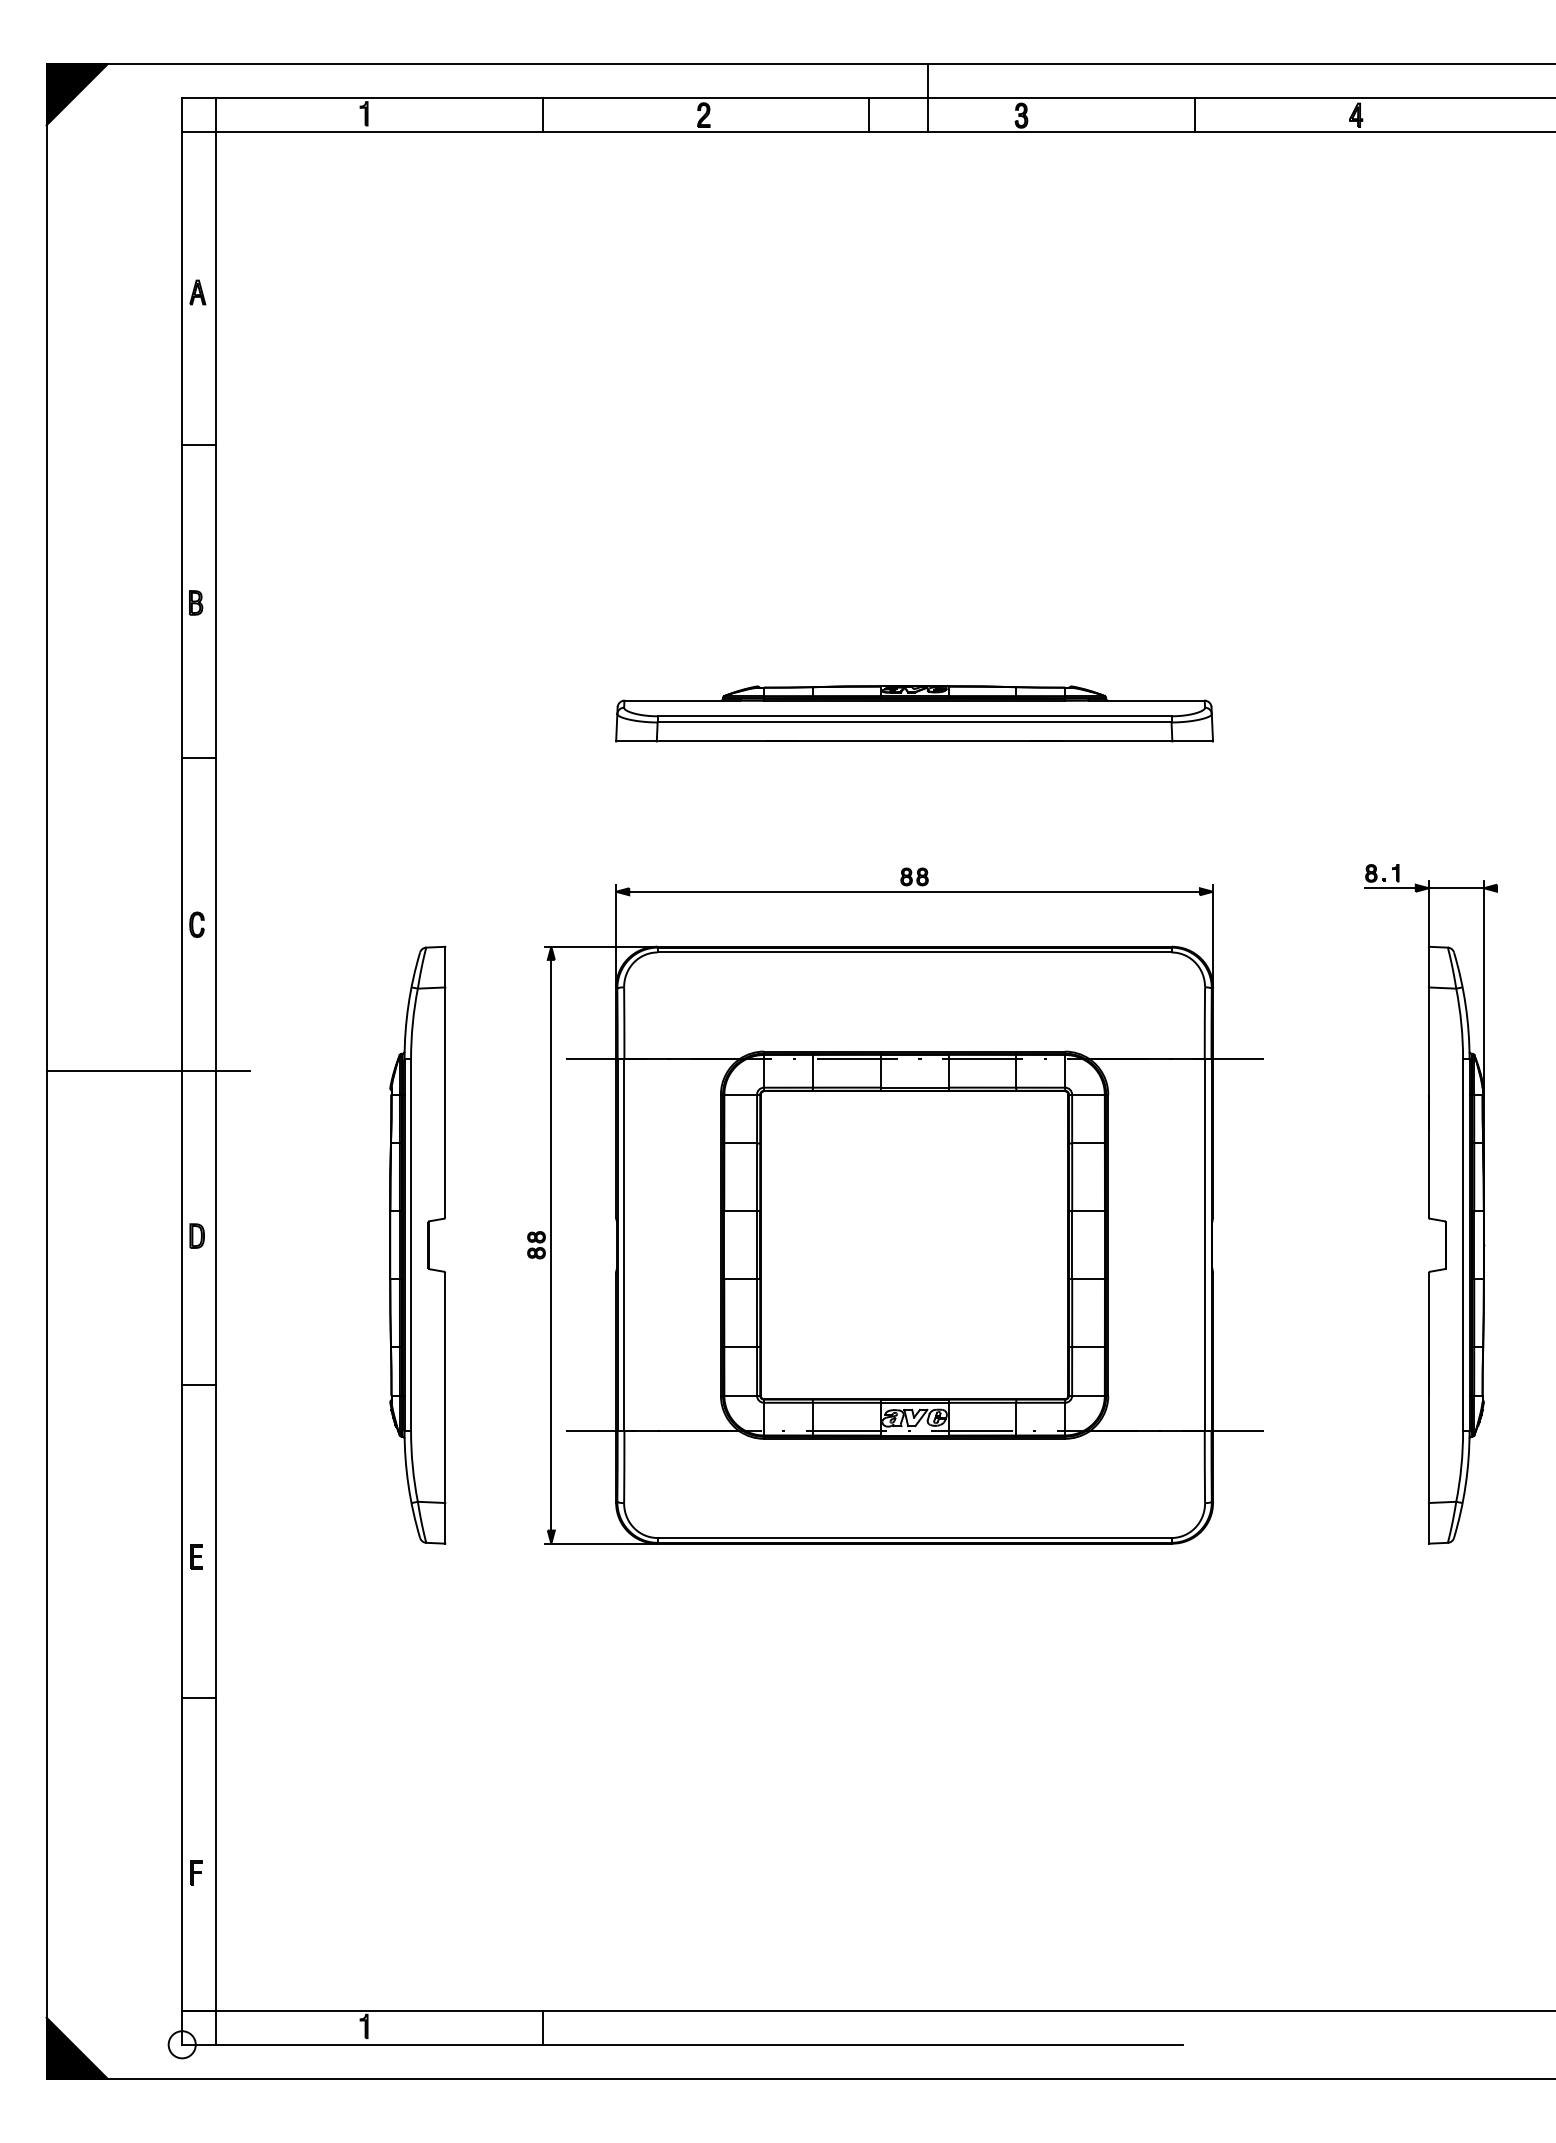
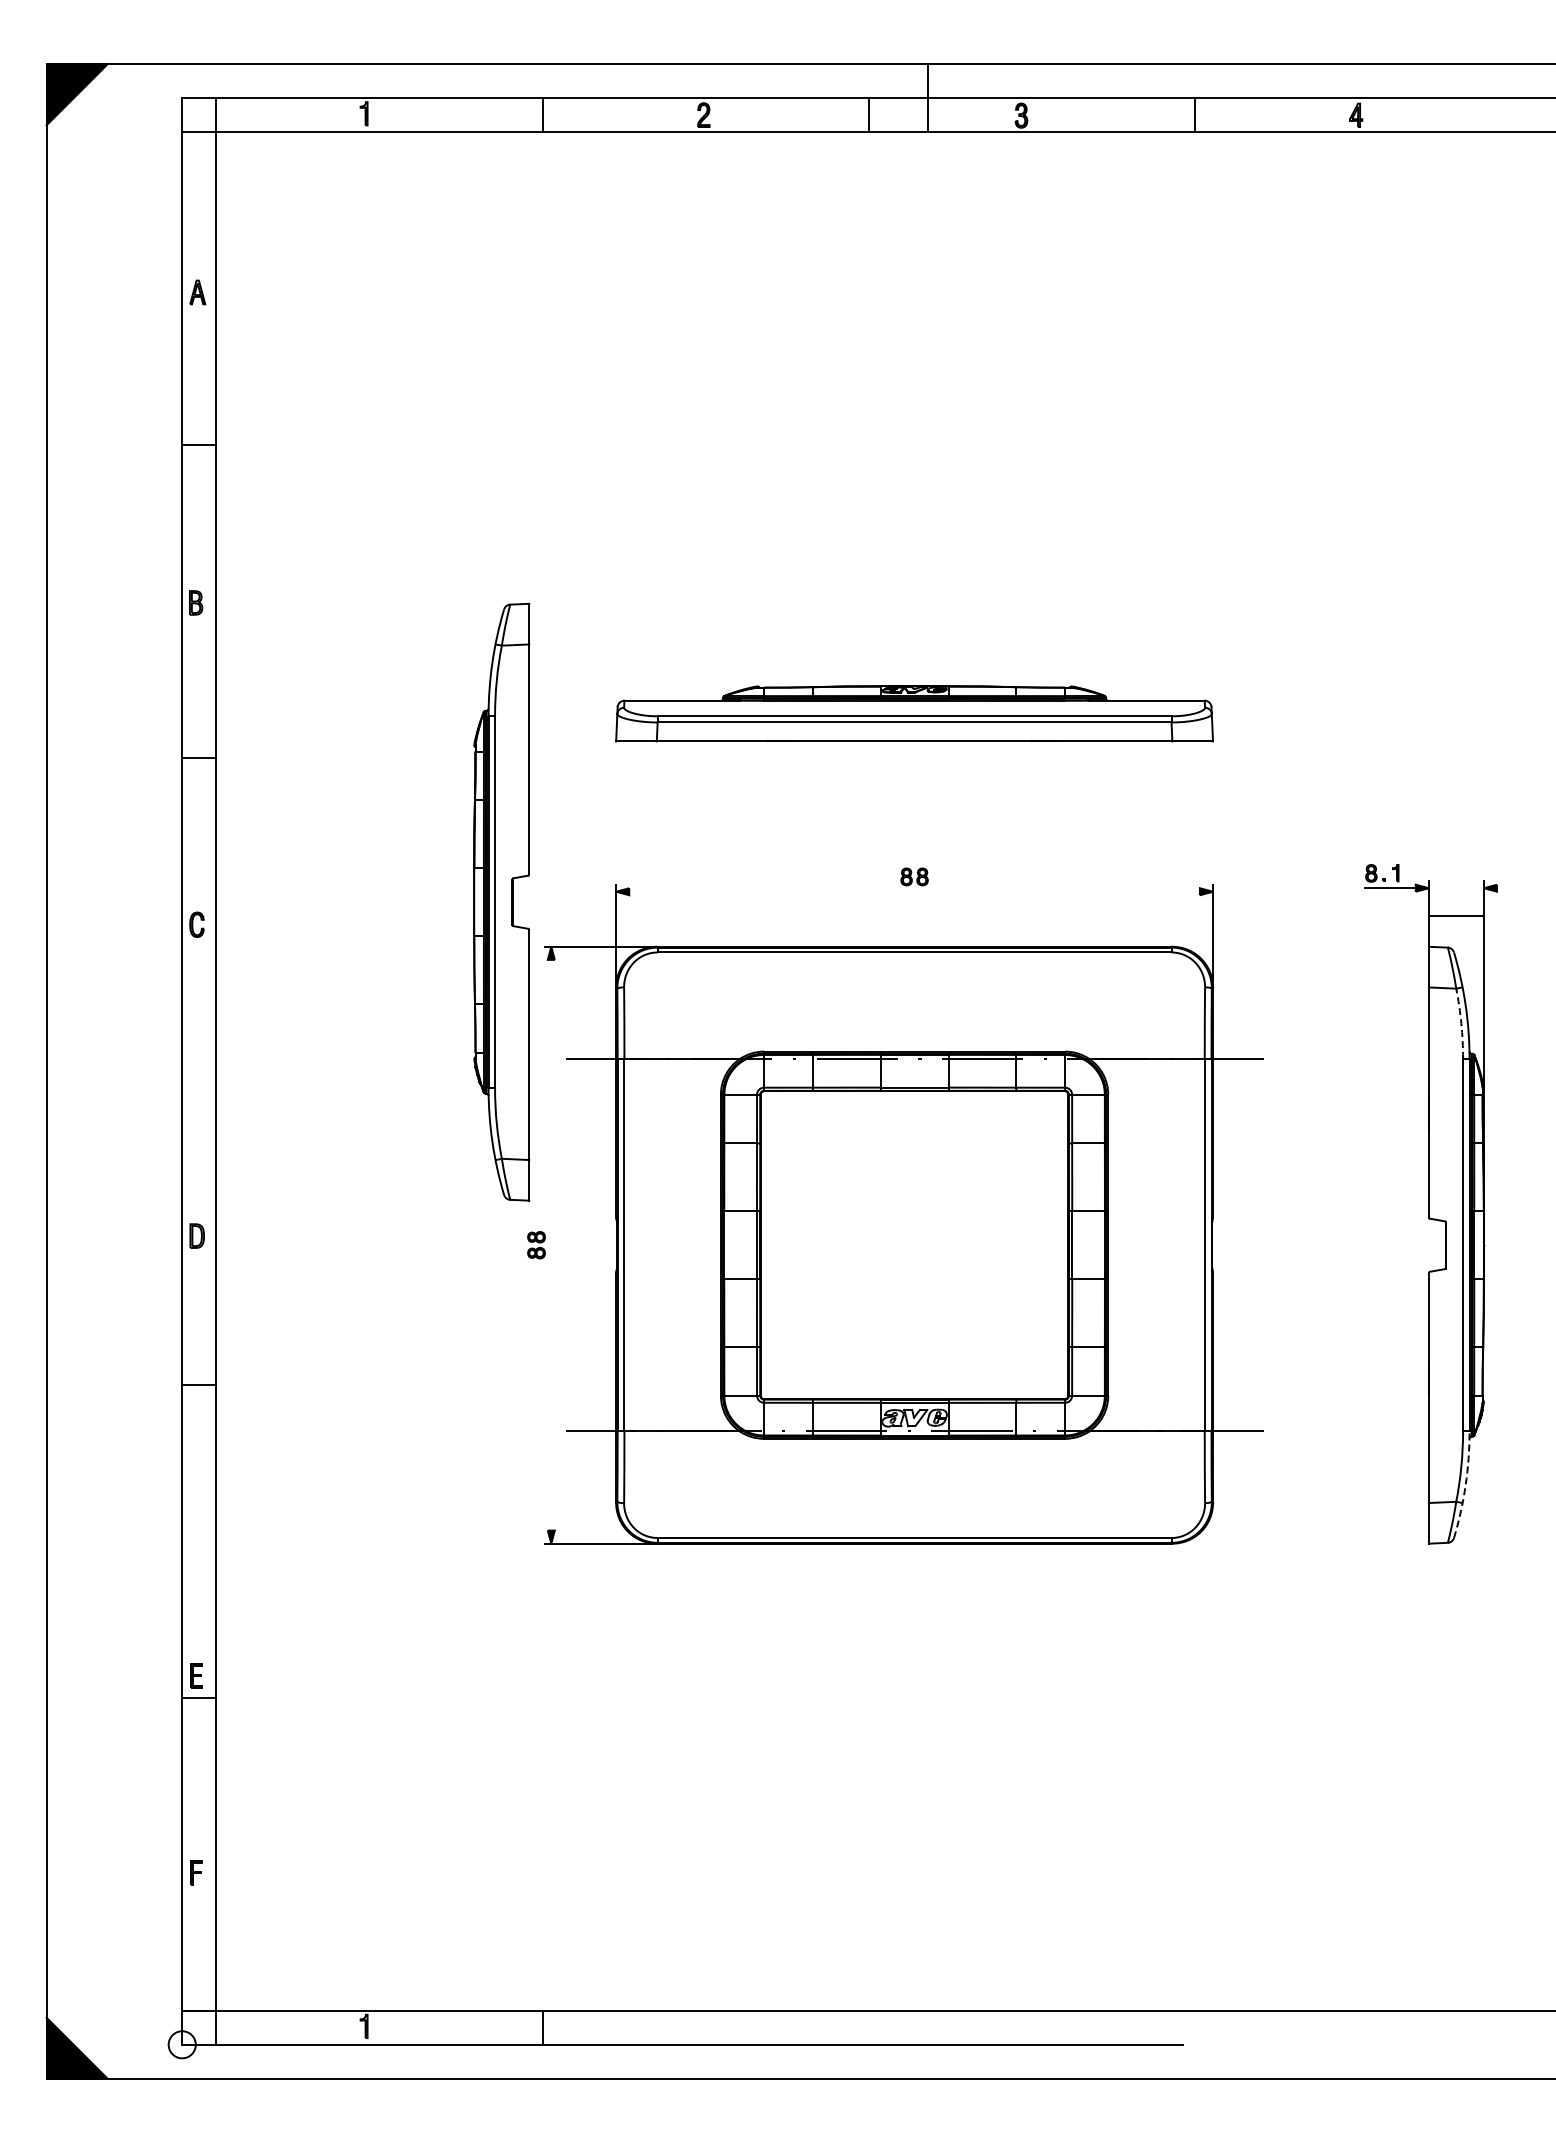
line at (1455, 888) position: (1455, 888) -> (1455, 916)
line at (914, 891): present -> none
arc at (1461, 1023): solid -> dashed
line at (148, 1071): present -> none
part at (417, 1244) position: (417, 1244) -> (501, 901)
line at (551, 1244): present -> none
arc at (1465, 1485): solid -> dashed
part at (196, 1556) position: (196, 1556) -> (196, 1675)
